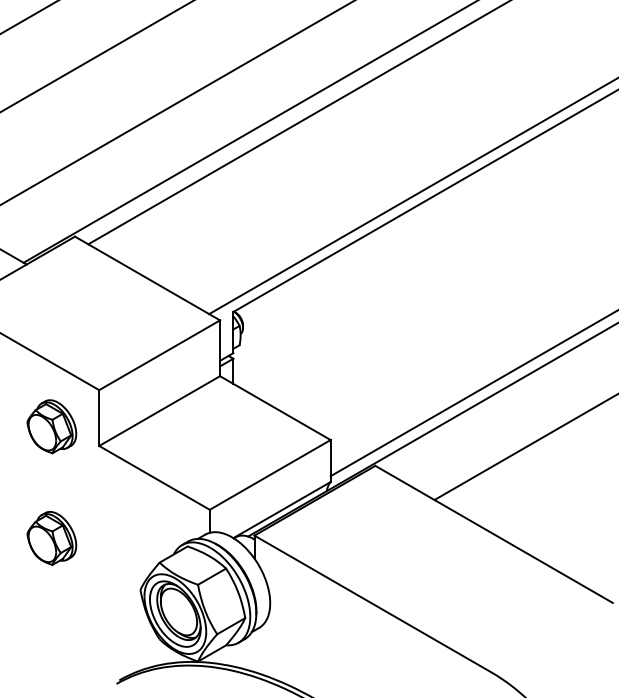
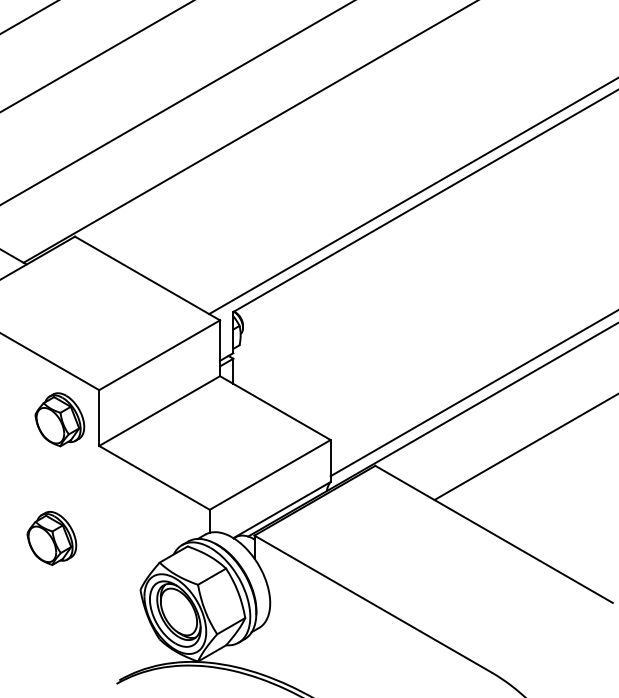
line at (297, 123): present -> none
part at (51, 426) position: (51, 426) -> (59, 419)
